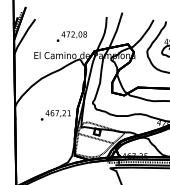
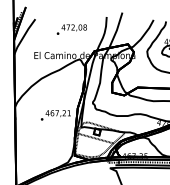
text at (71, 36) position: (71, 36) -> (71, 29)
